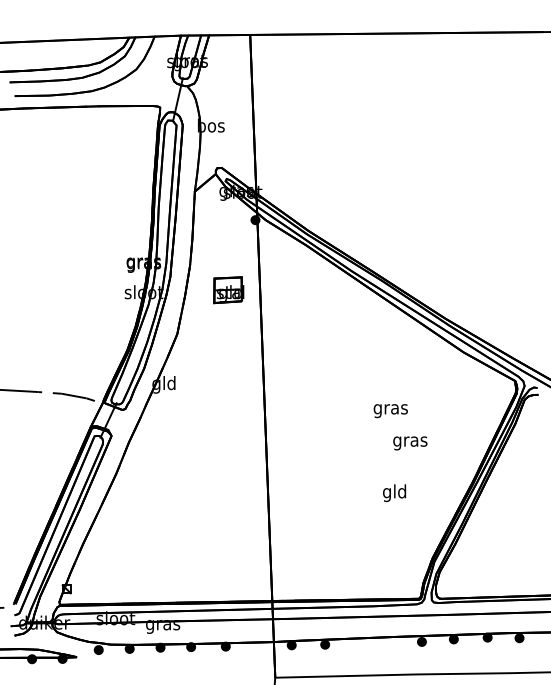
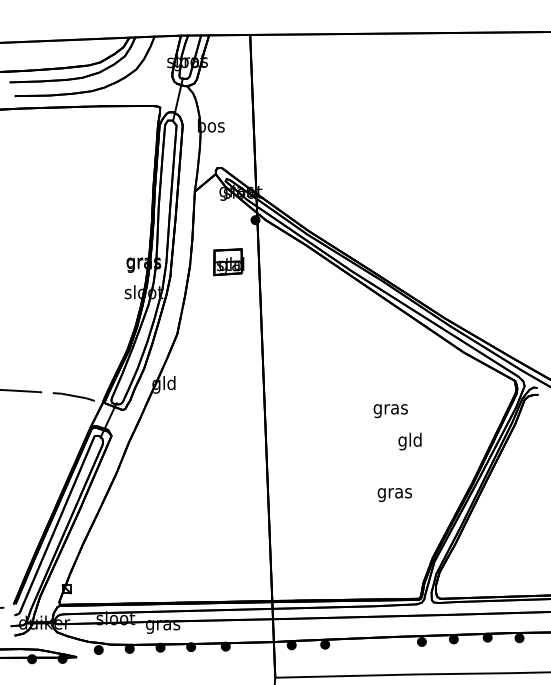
part at (228, 290) position: (228, 290) -> (228, 262)
text at (410, 441): gras -> gld
text at (394, 493): gld -> gras
